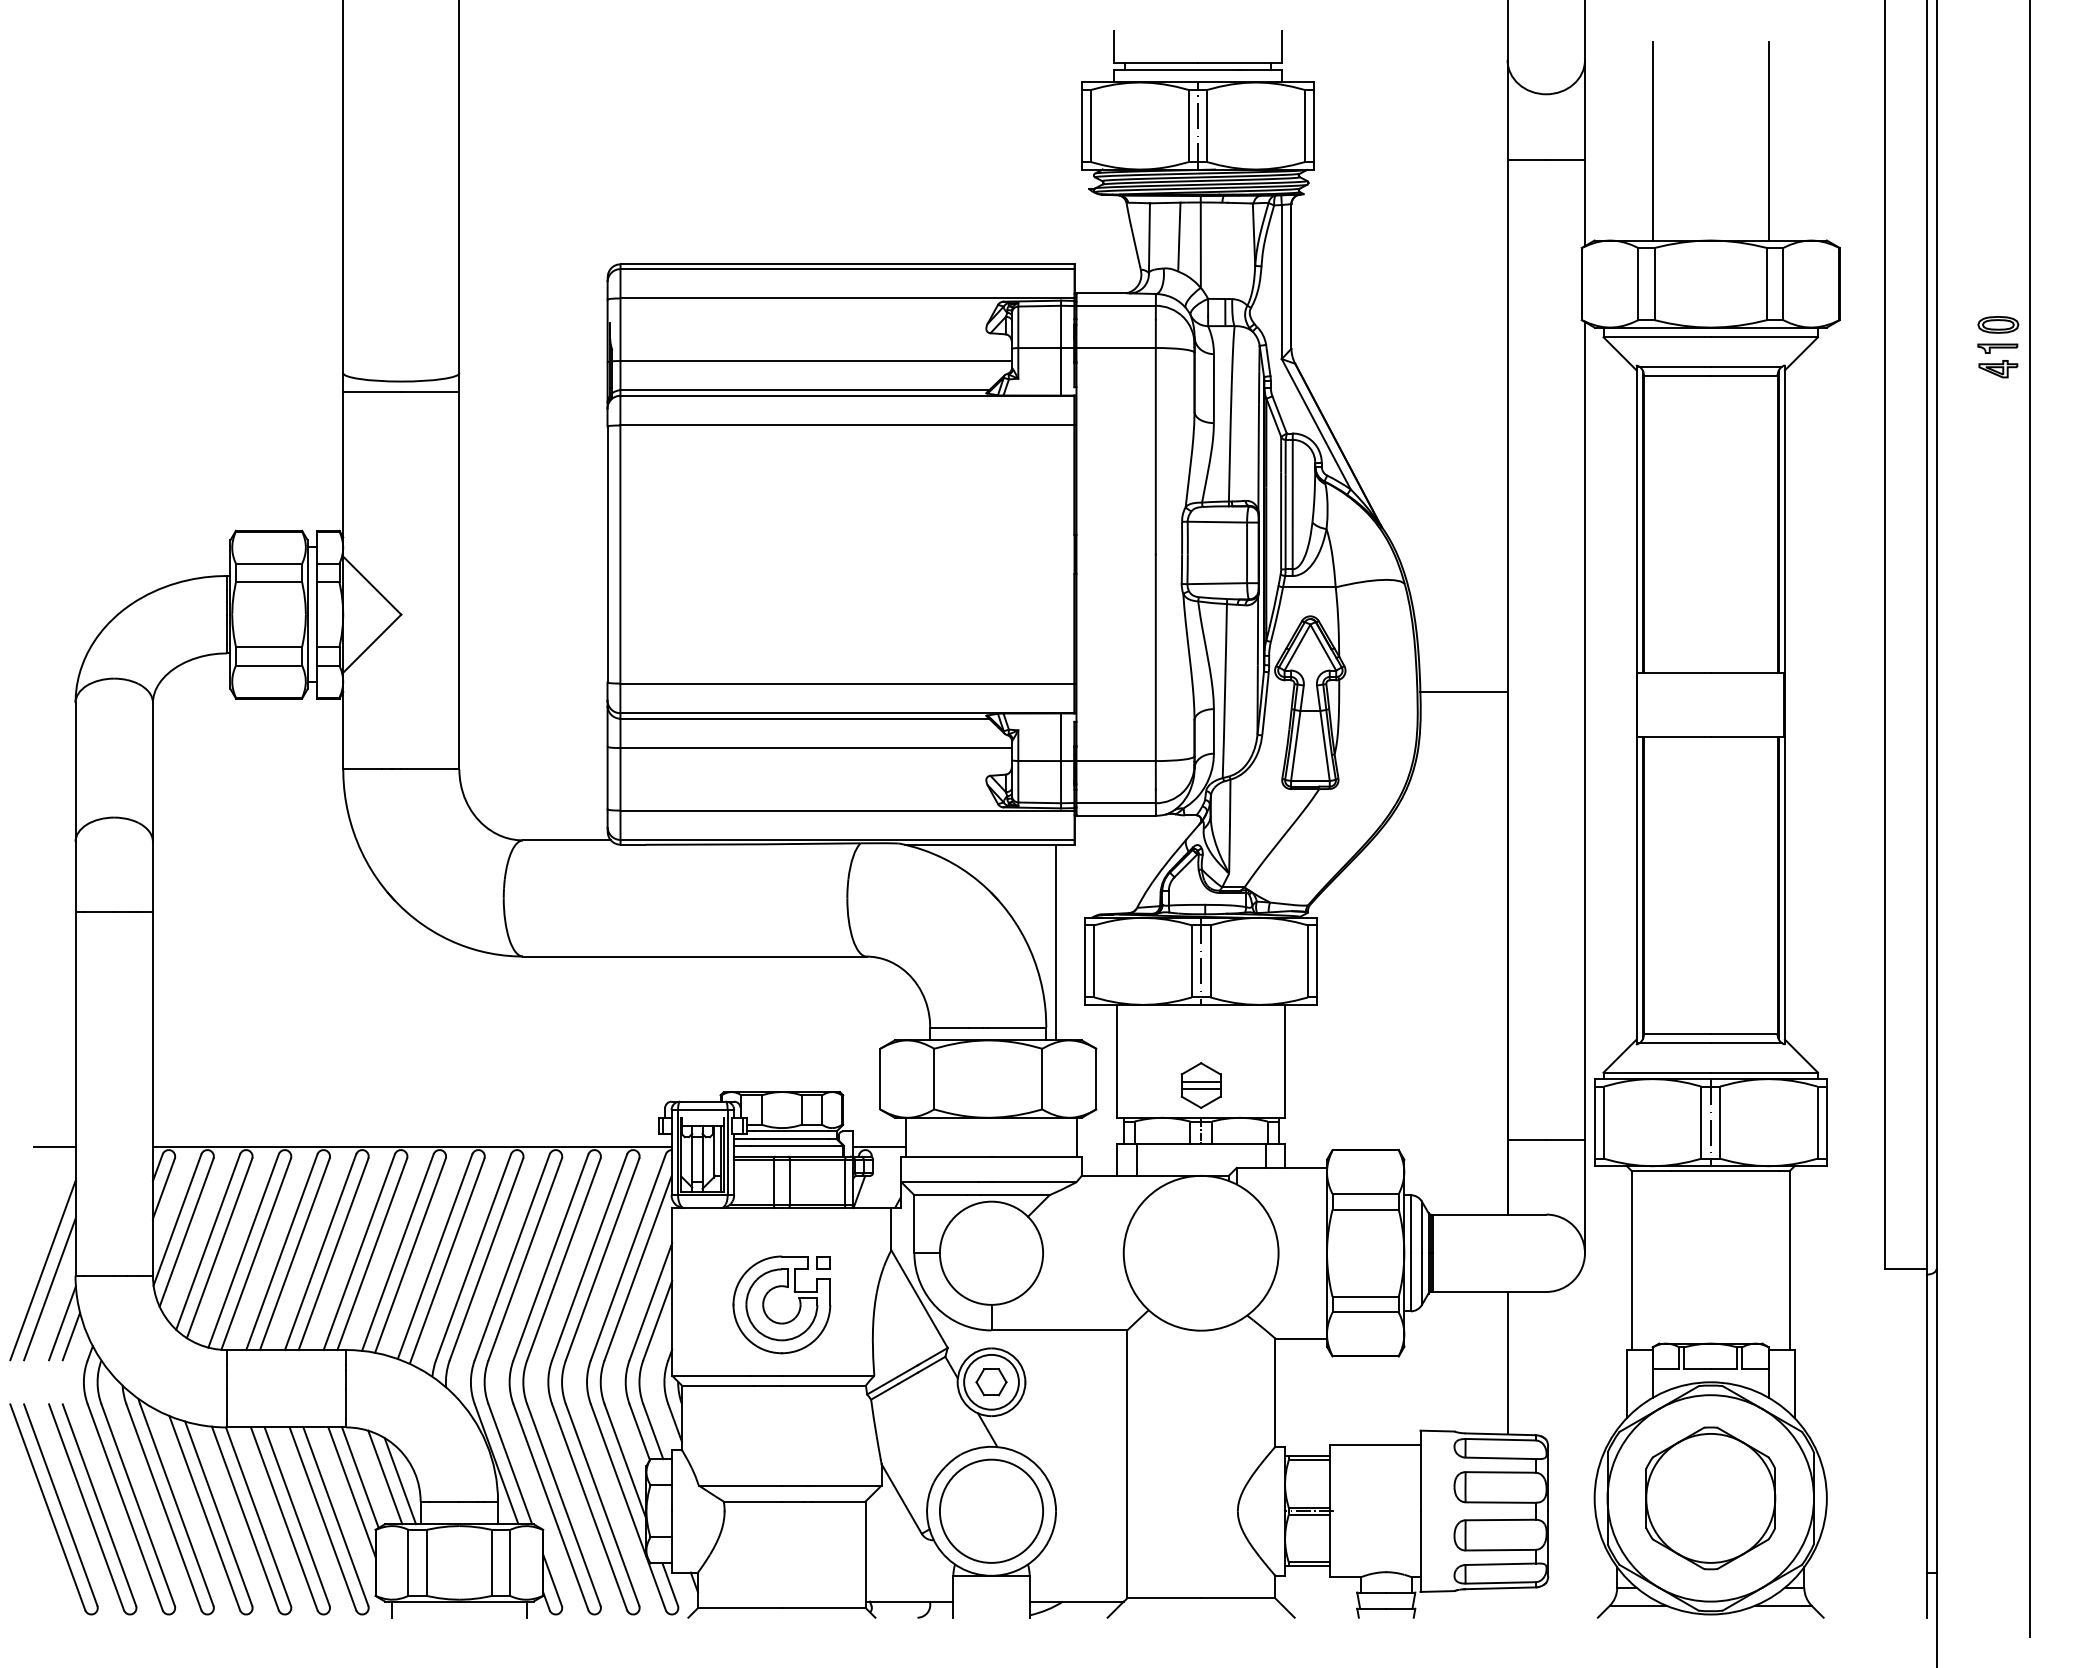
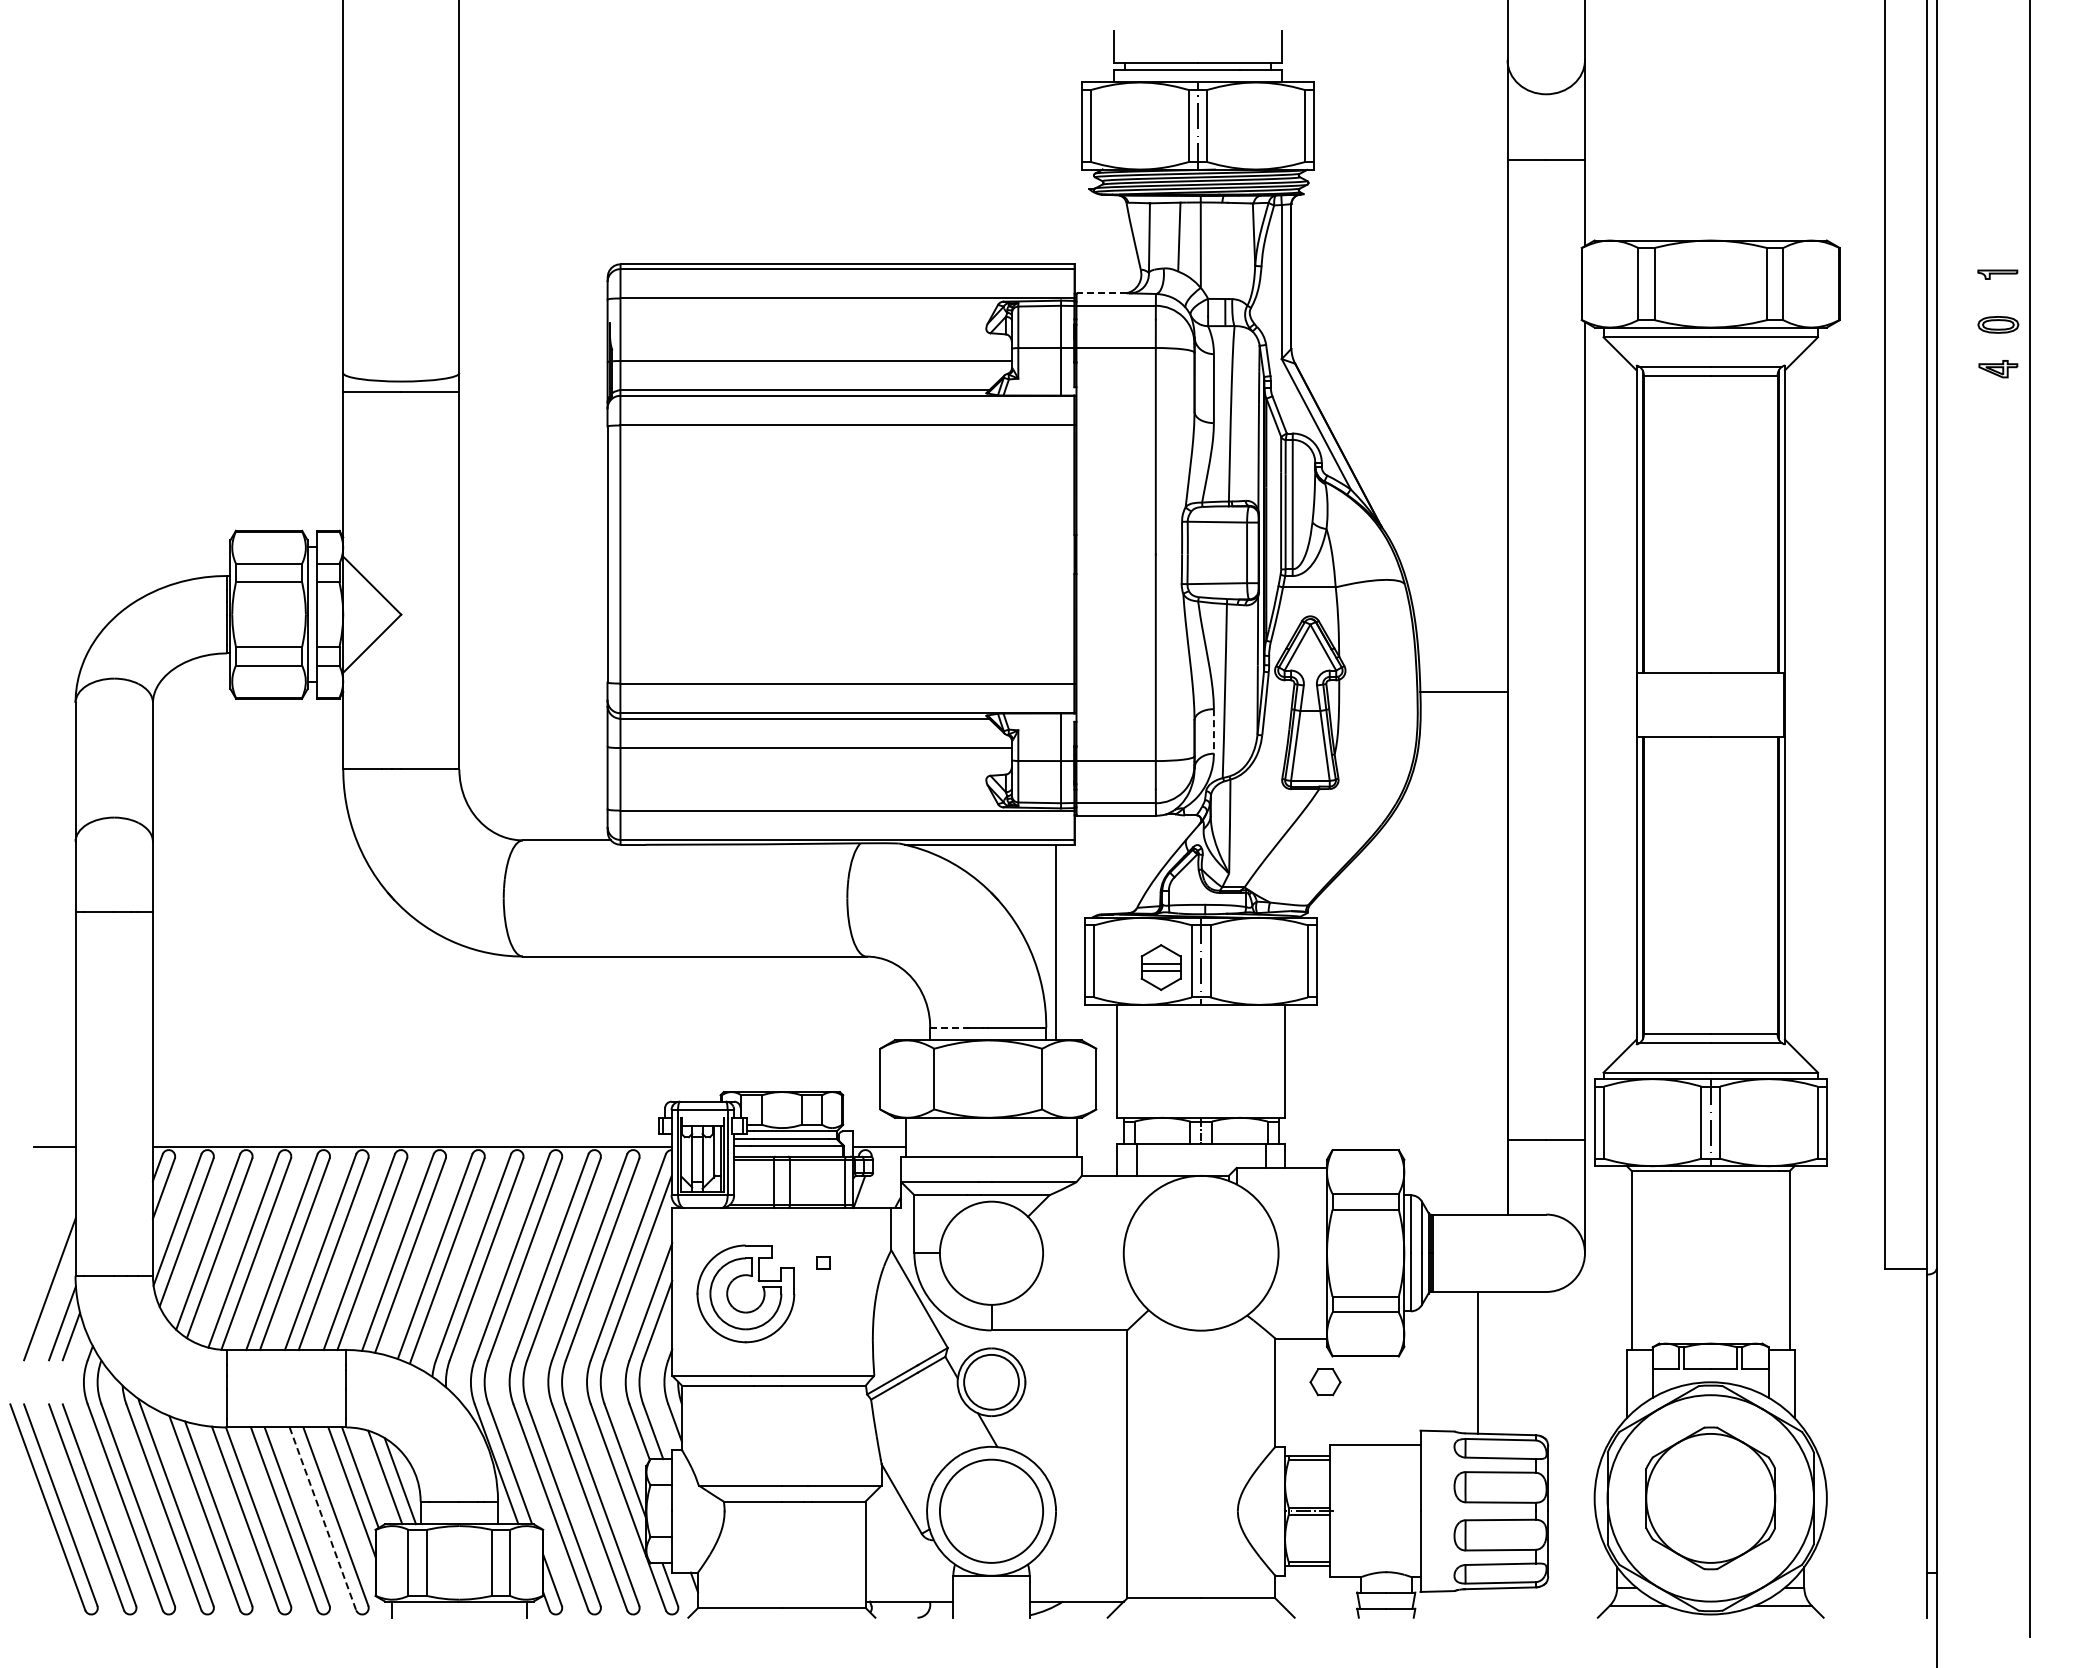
line at (1652, 140): present -> none
line at (1768, 140): present -> none
line at (1101, 293): solid -> dashed
part at (1997, 348) position: (1997, 348) -> (1997, 274)
line at (1213, 731): solid -> dashed
line at (950, 1027): solid -> dashed
part at (1200, 1085) position: (1200, 1085) -> (1160, 967)
line at (42, 1270): present -> none
part at (781, 1304) position: (781, 1304) -> (745, 1293)
line at (1507, 1362) position: (1507, 1362) -> (1477, 1362)
part at (991, 1382) position: (991, 1382) -> (1325, 1382)
line at (323, 1519): solid -> dashed
